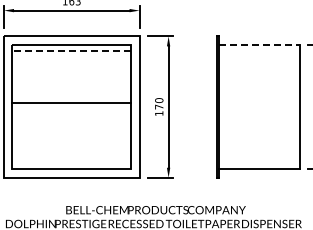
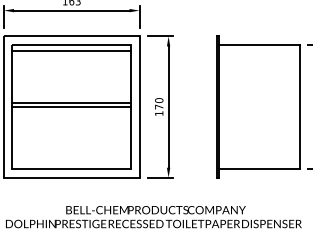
line at (259, 44): dashed -> solid
line at (71, 51): dashed -> solid
line at (71, 107): none -> present
